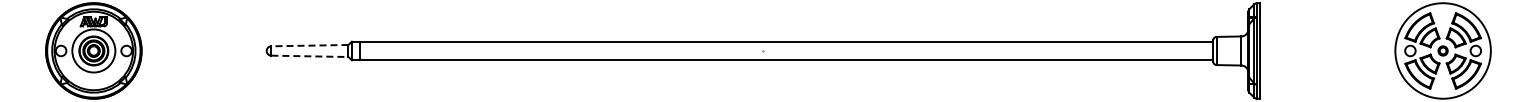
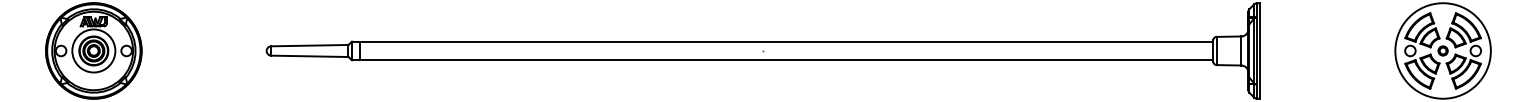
line at (309, 45): dashed -> solid
line at (309, 56): dashed -> solid
